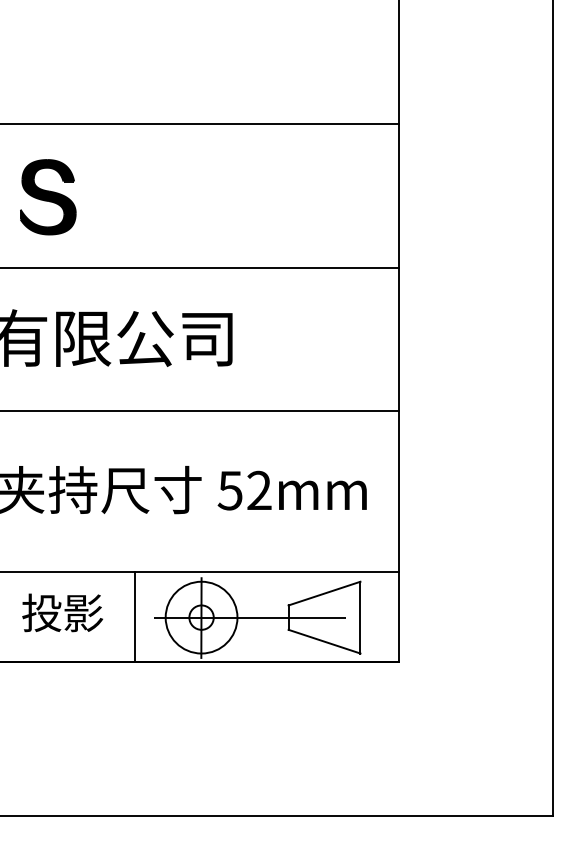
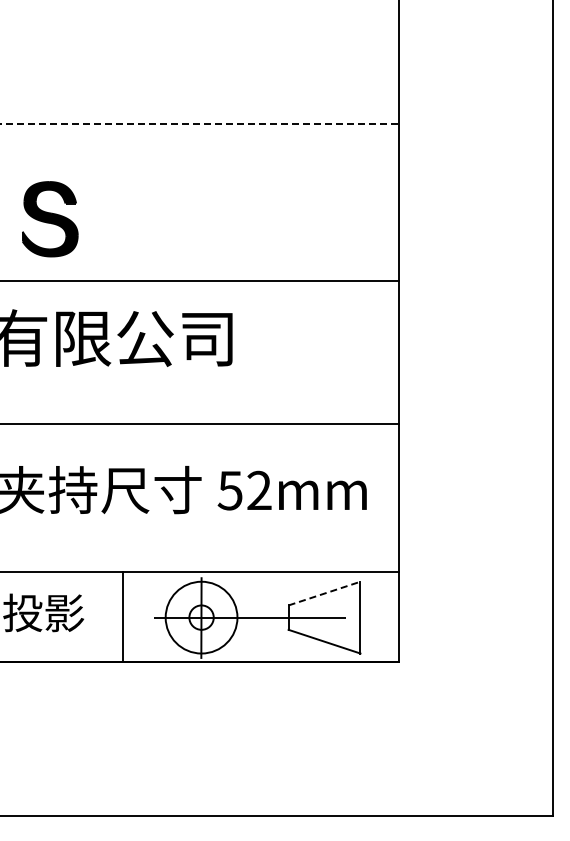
line at (200, 124): solid -> dashed
part at (48, 197) position: (48, 197) -> (50, 219)
line at (200, 267) position: (200, 267) -> (200, 280)
line at (200, 411) position: (200, 411) -> (200, 424)
line at (324, 593): solid -> dashed
text at (62, 612) position: (62, 612) -> (43, 612)
line at (135, 617) position: (135, 617) -> (123, 617)
